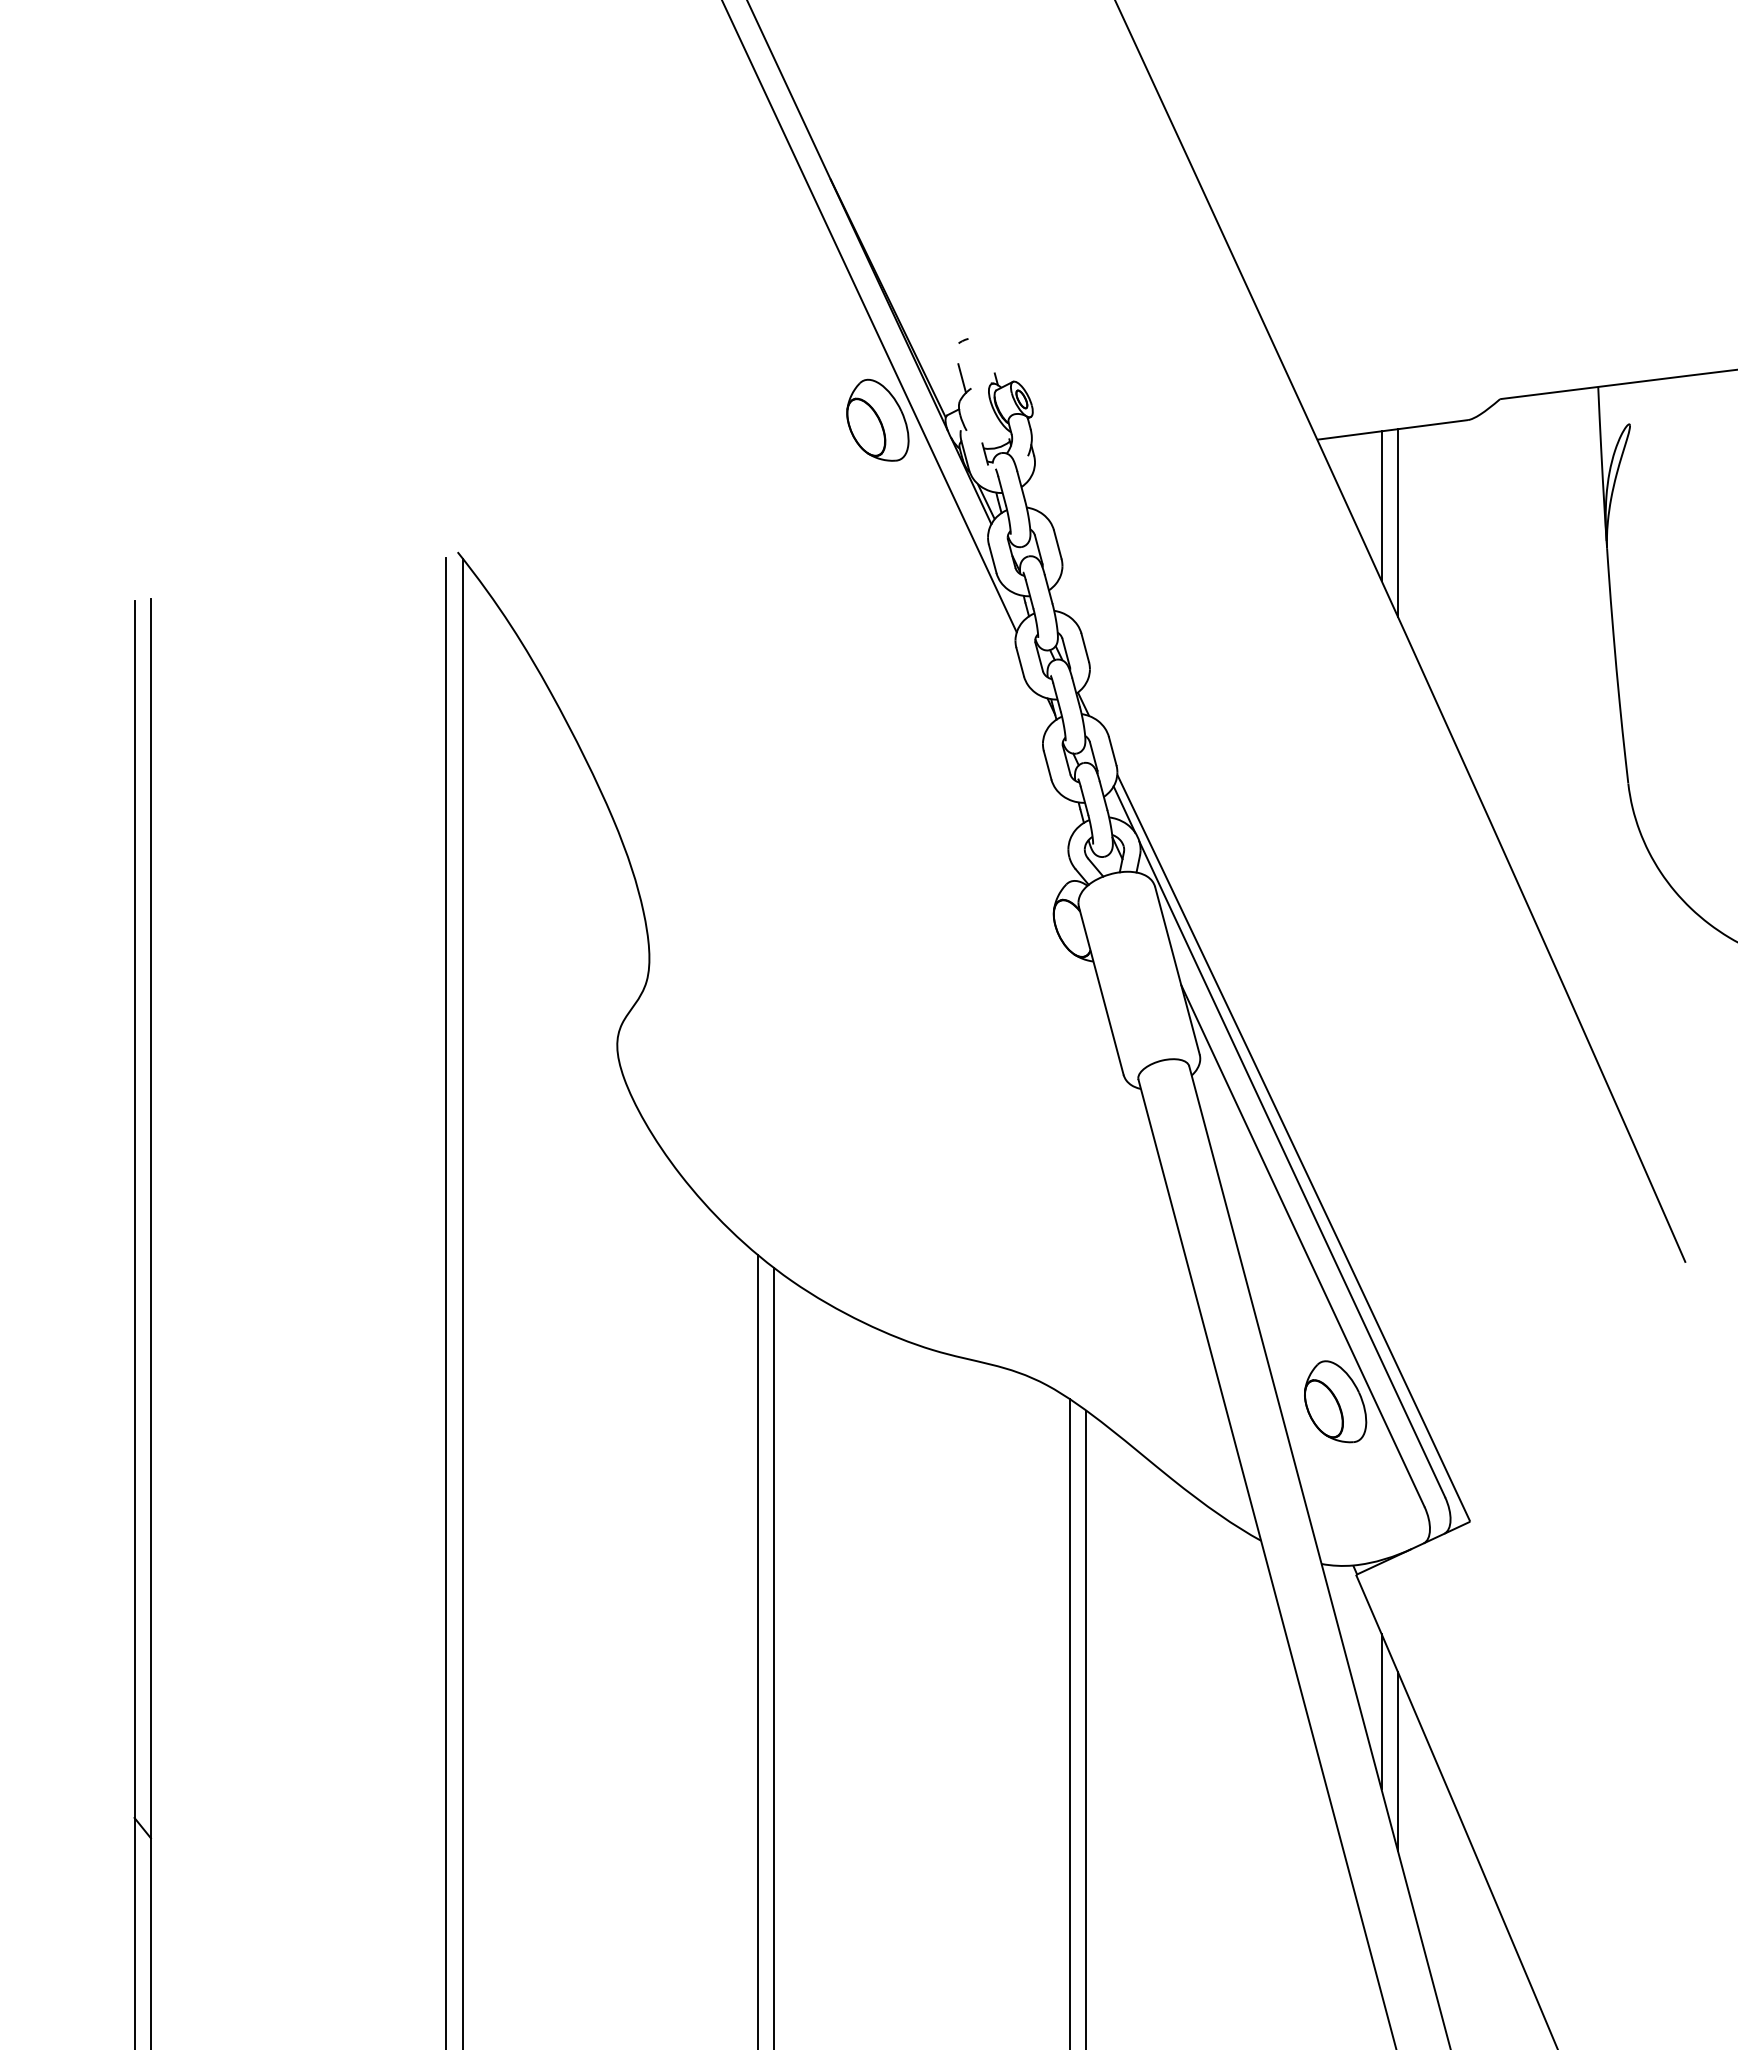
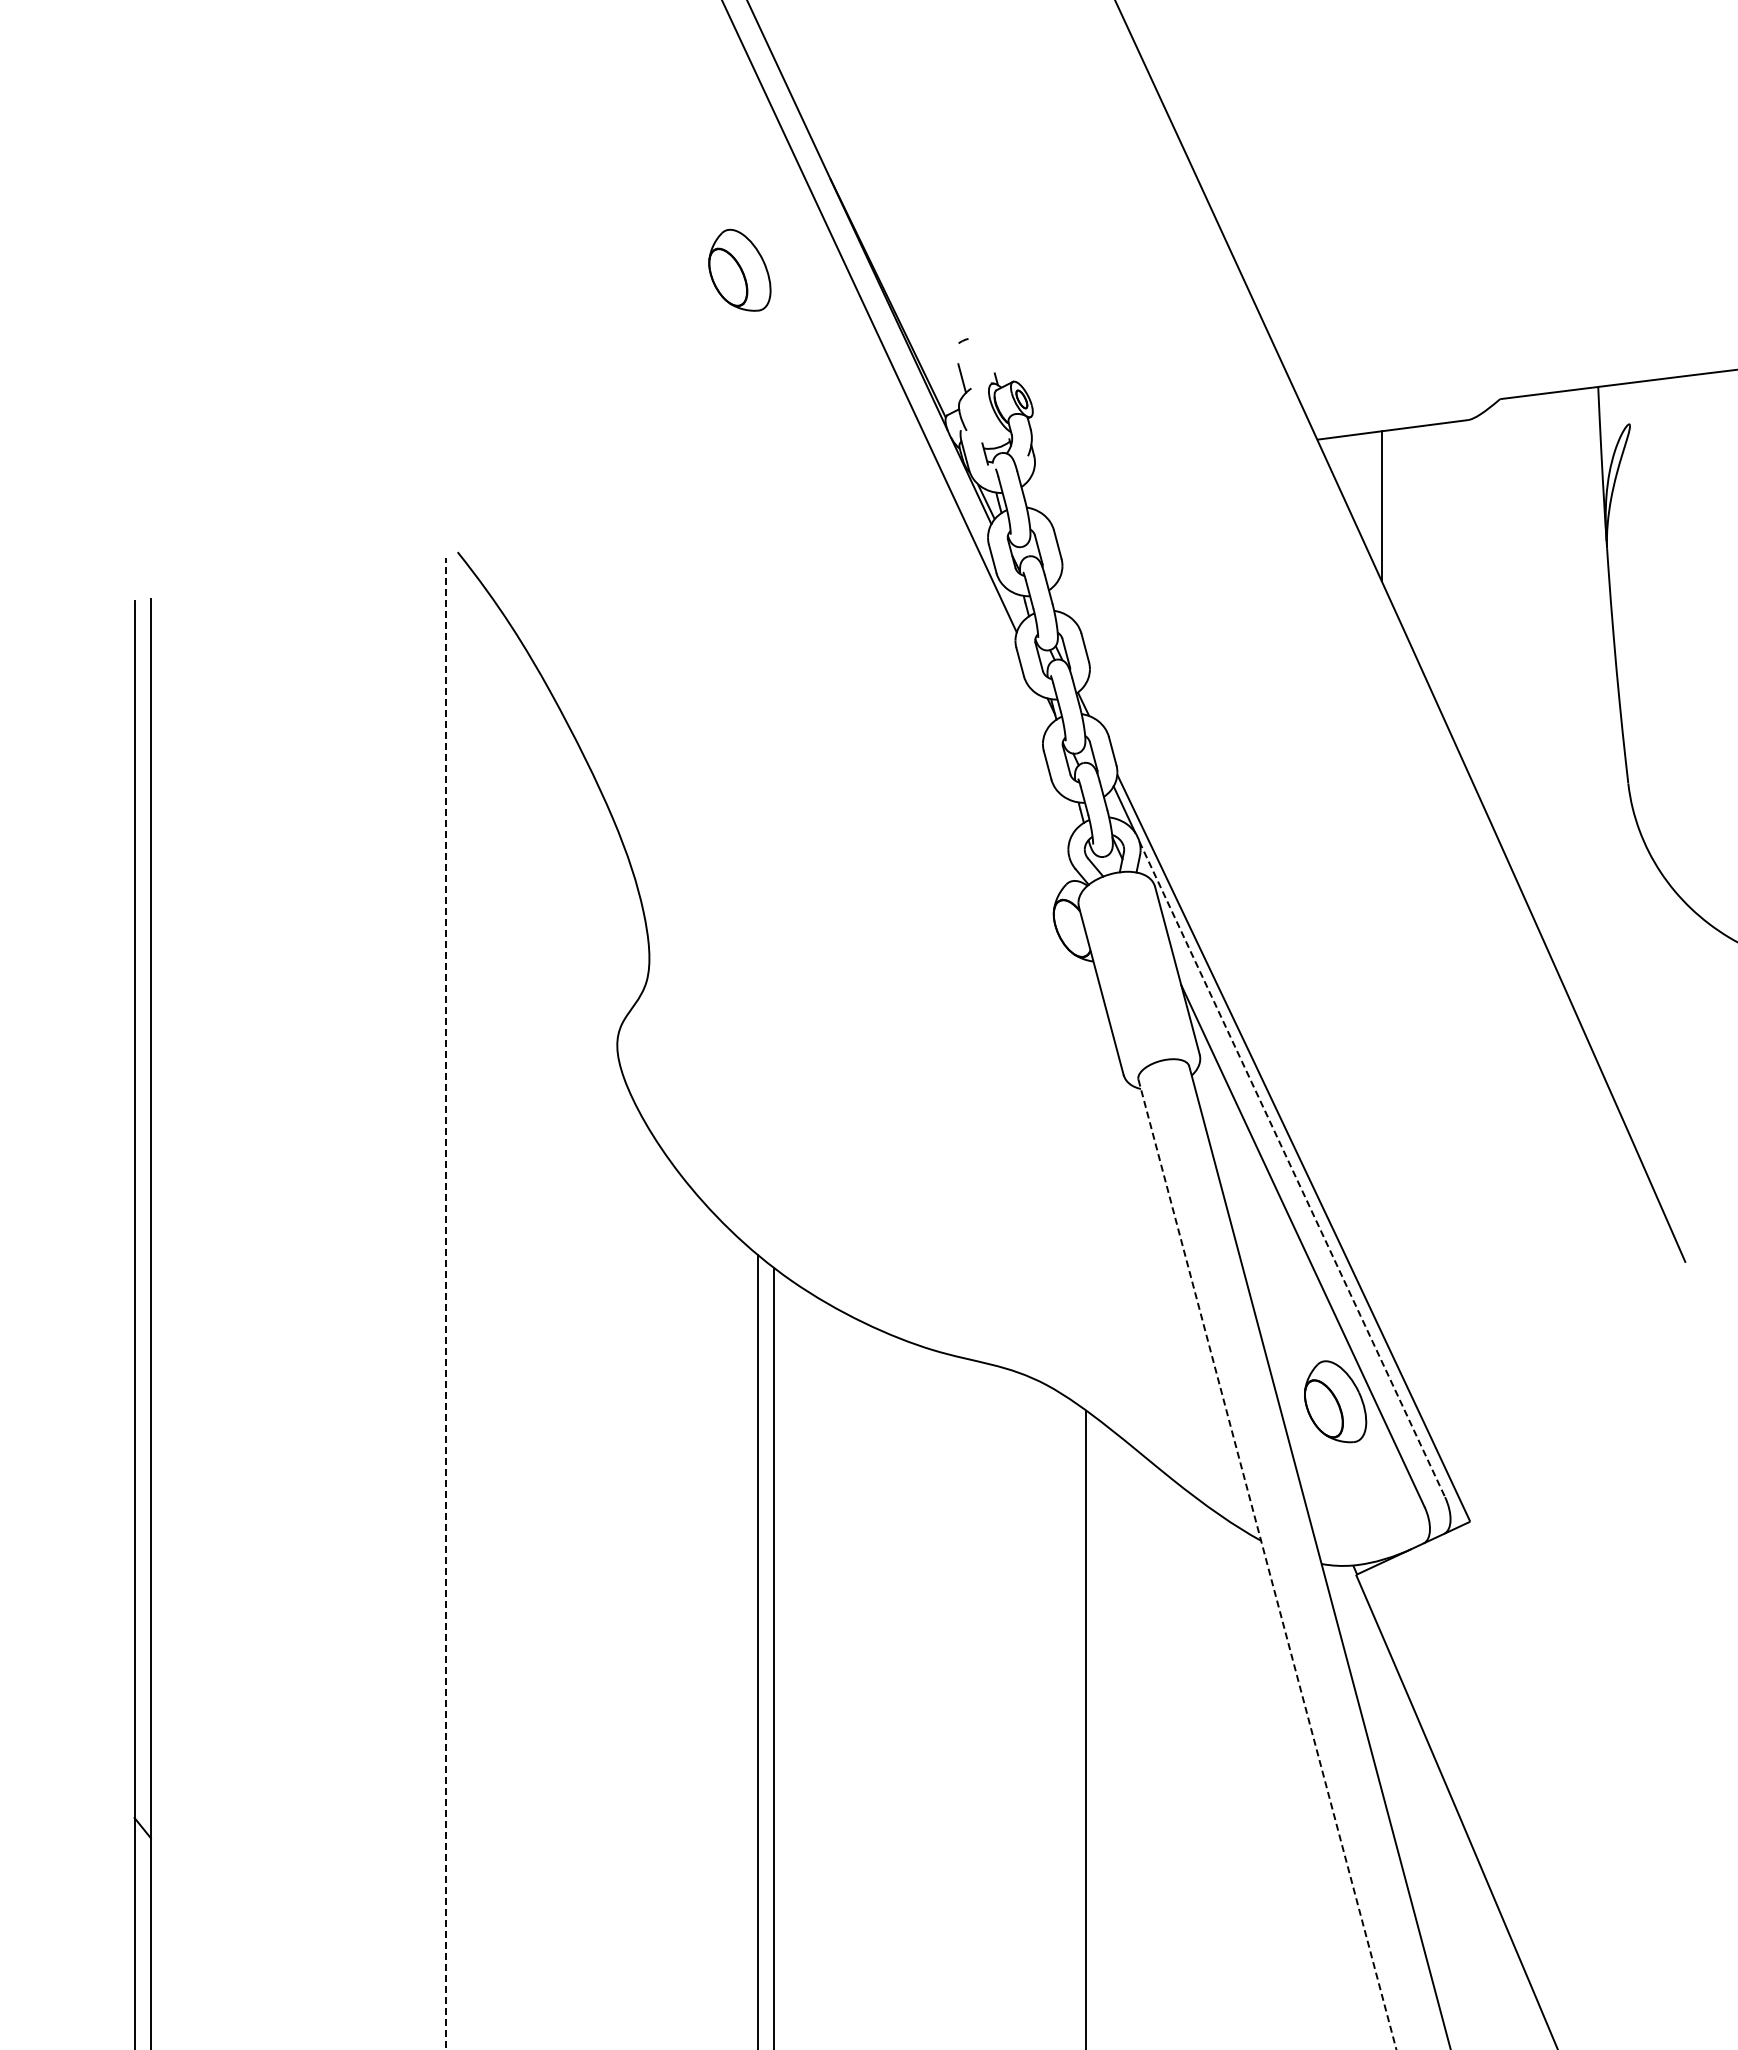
part at (877, 419) position: (877, 419) -> (739, 269)
line at (1397, 522): present -> none
line at (1292, 1169): solid -> dashed
line at (462, 1302): present -> none
line at (446, 1303): solid -> dashed
line at (1267, 1564): solid -> dashed
line at (1381, 1711): present -> none
line at (1069, 1722): present -> none
line at (1397, 1761): present -> none
